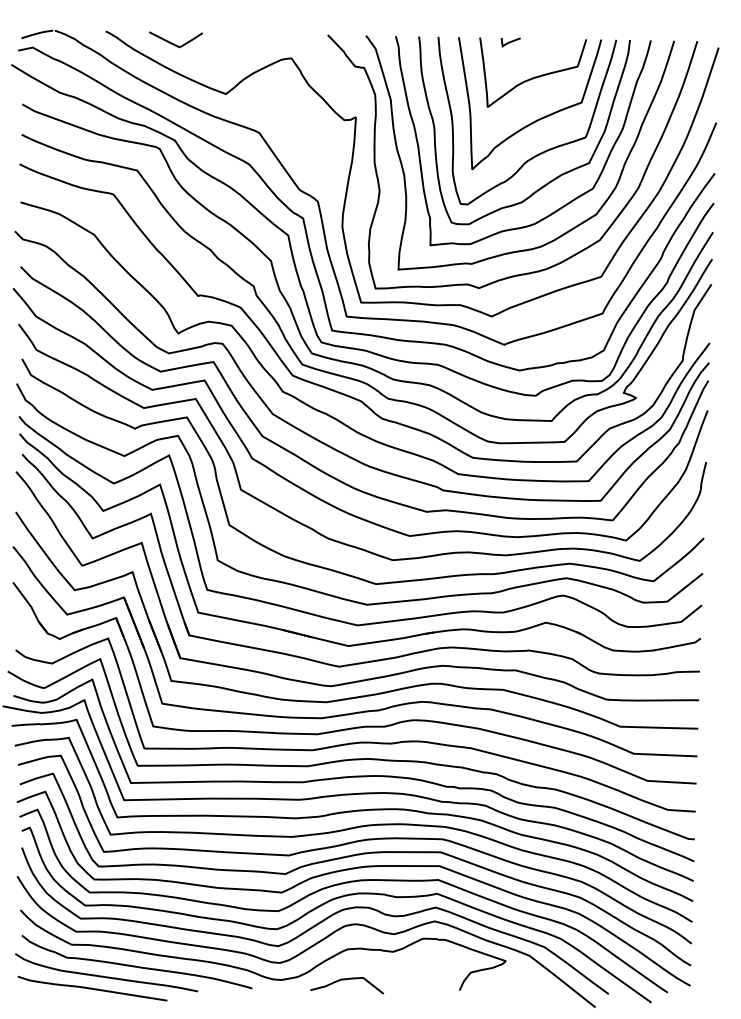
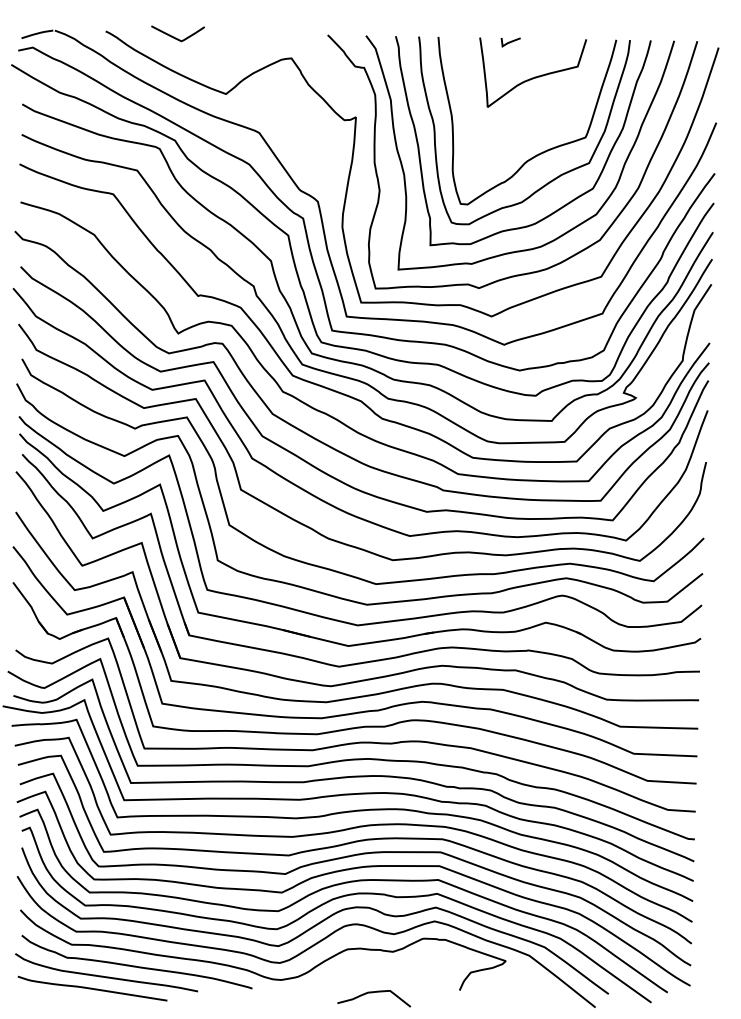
curve at (174, 43) position: (174, 43) -> (176, 37)
curve at (536, 119): present -> none
curve at (345, 980) position: (345, 980) -> (372, 993)
